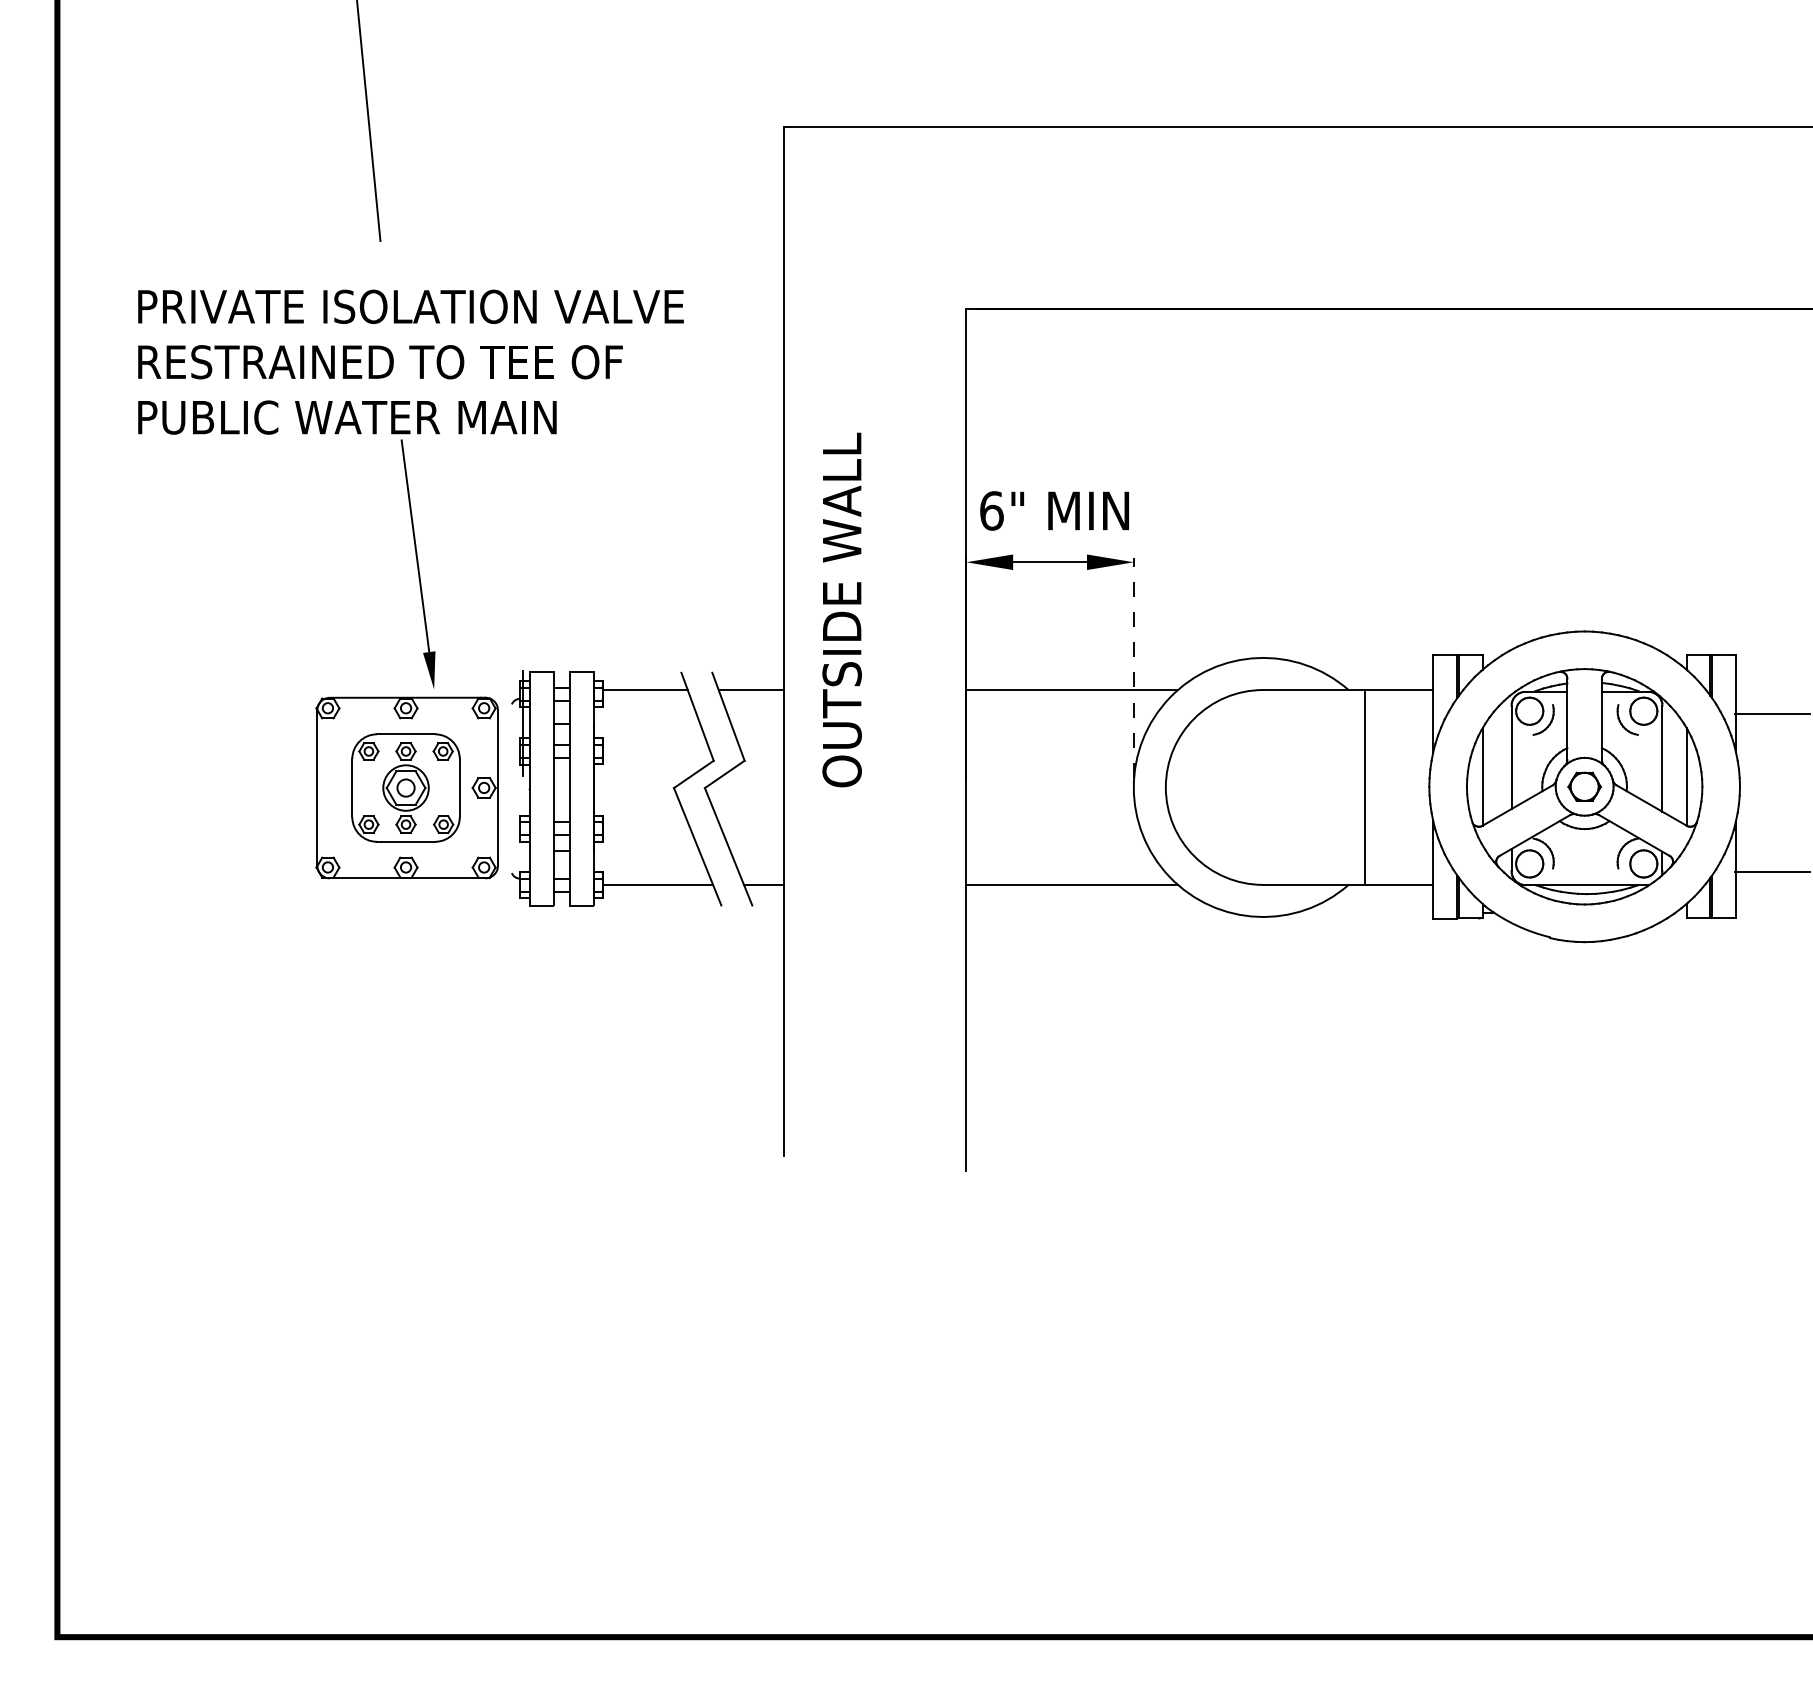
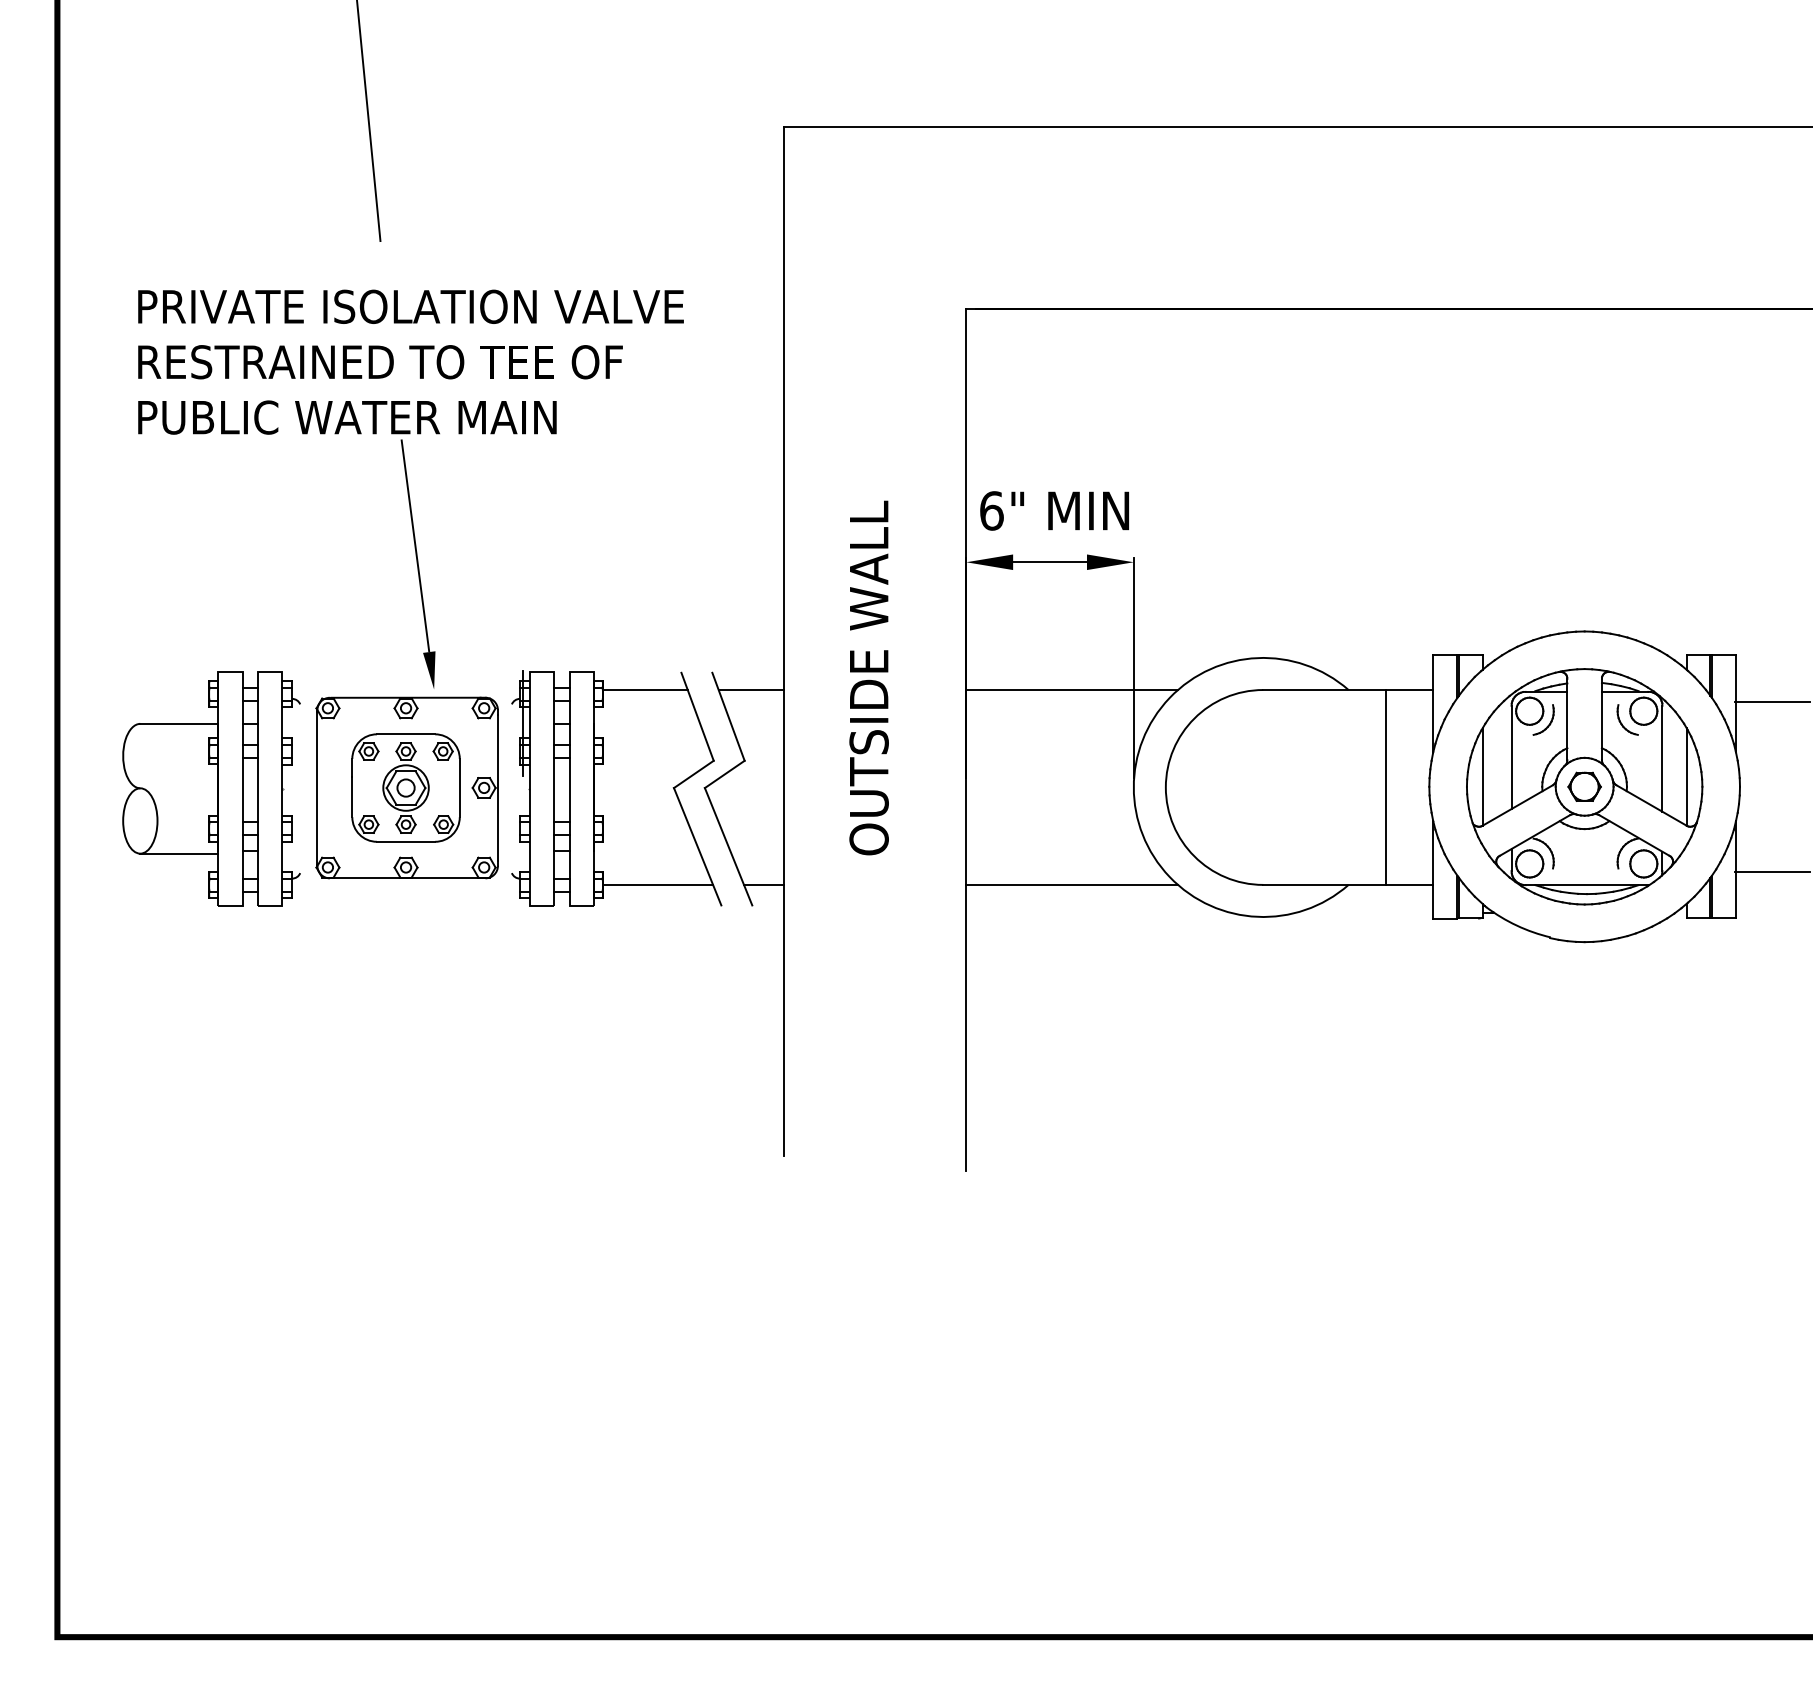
text at (841, 609) position: (841, 609) -> (868, 677)
line at (1133, 667): dashed -> solid
line at (1771, 714) position: (1771, 714) -> (1771, 702)
line at (1364, 787) position: (1364, 787) -> (1385, 787)
part at (211, 788): none -> present
